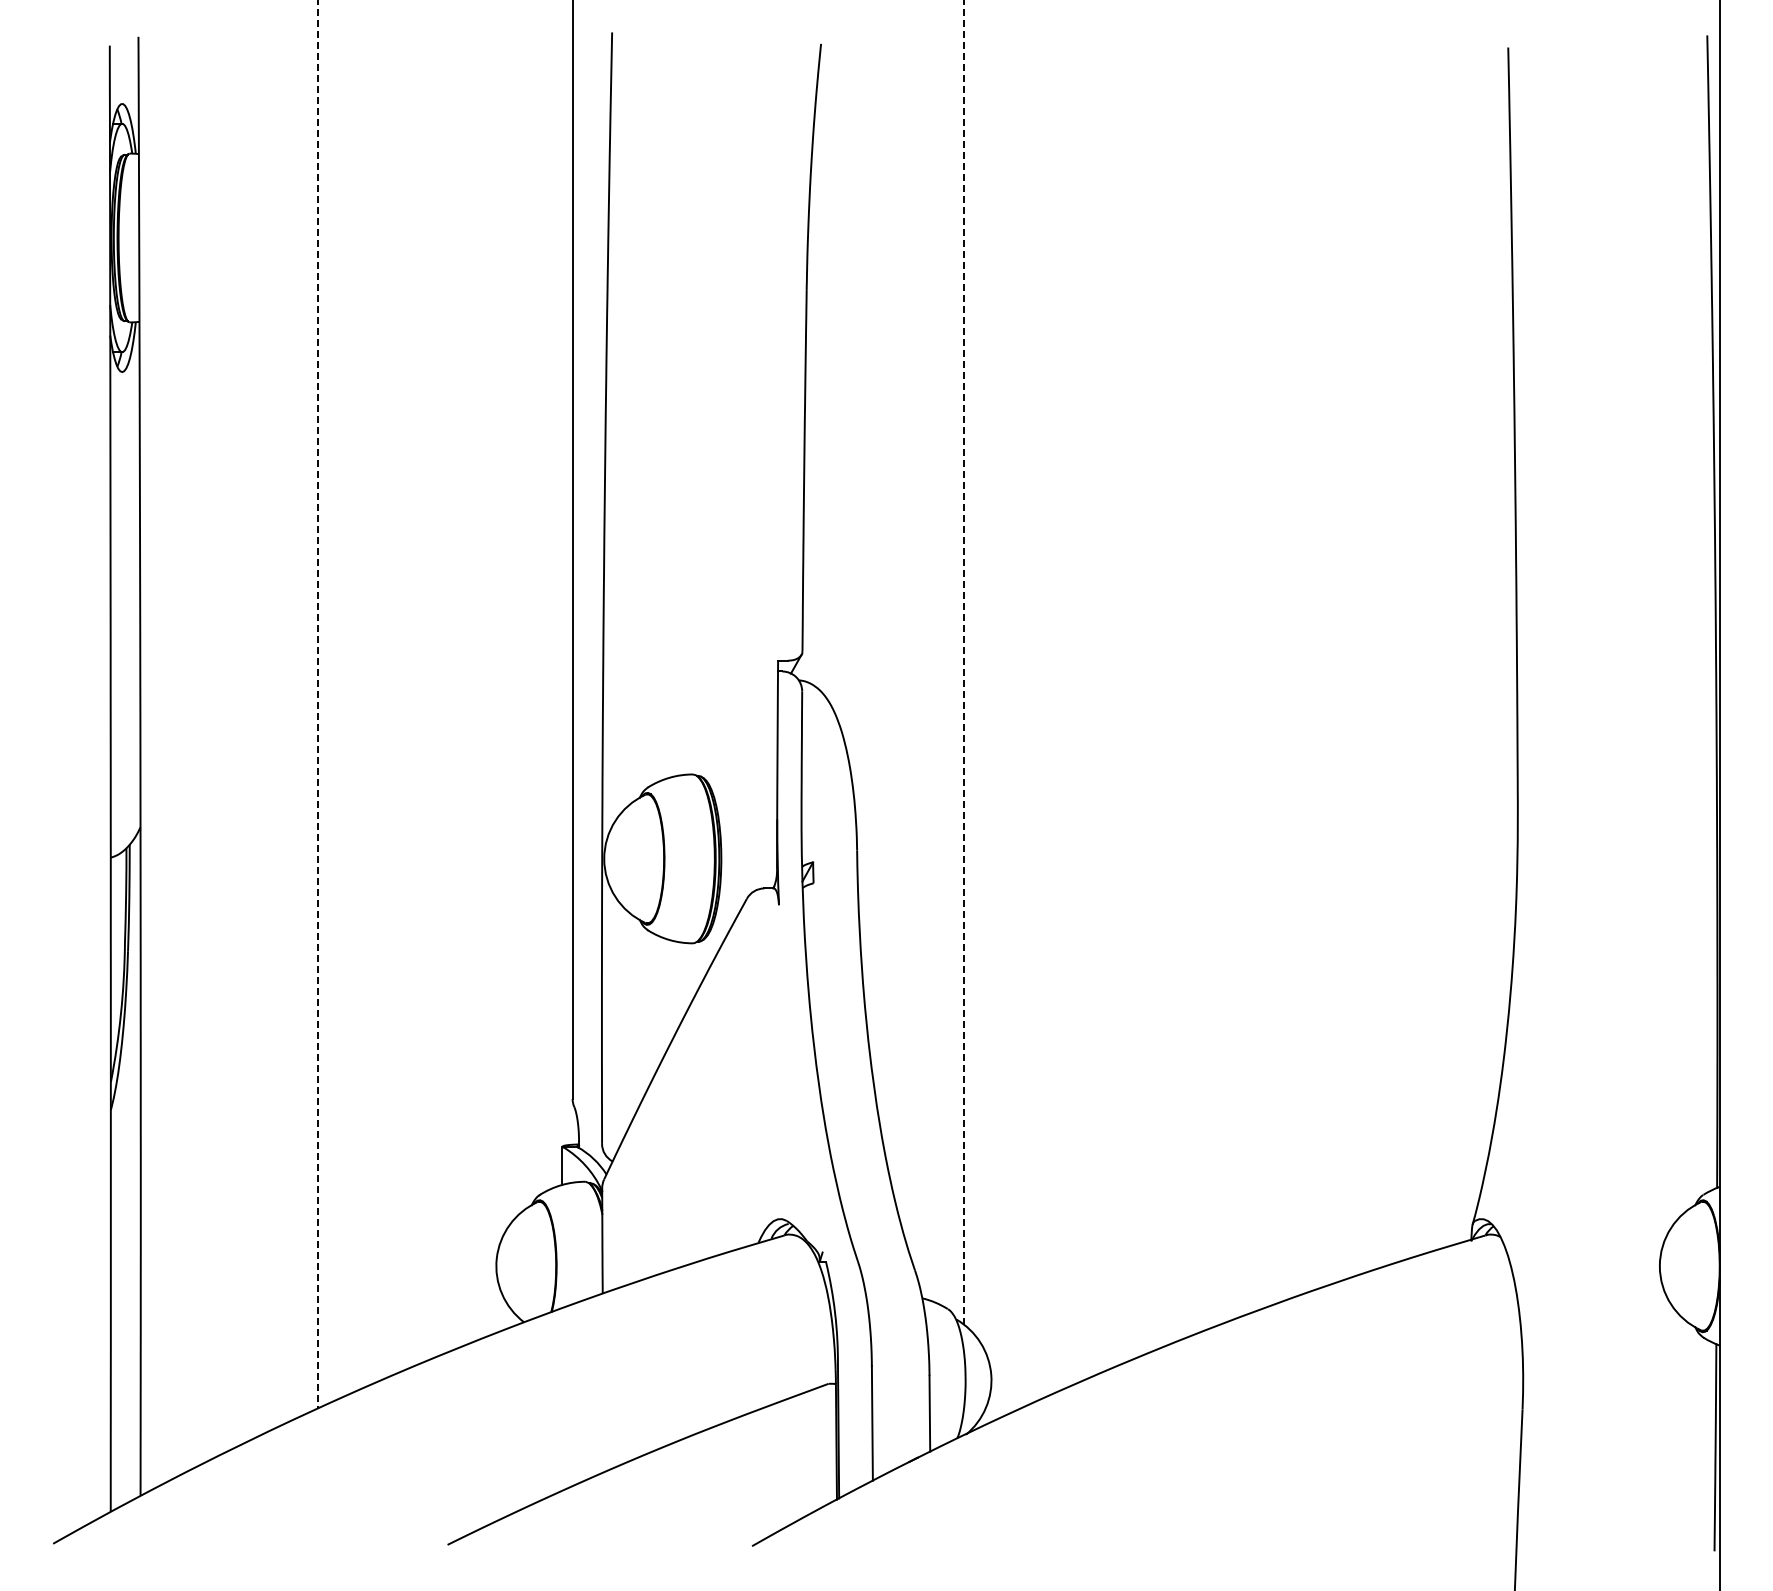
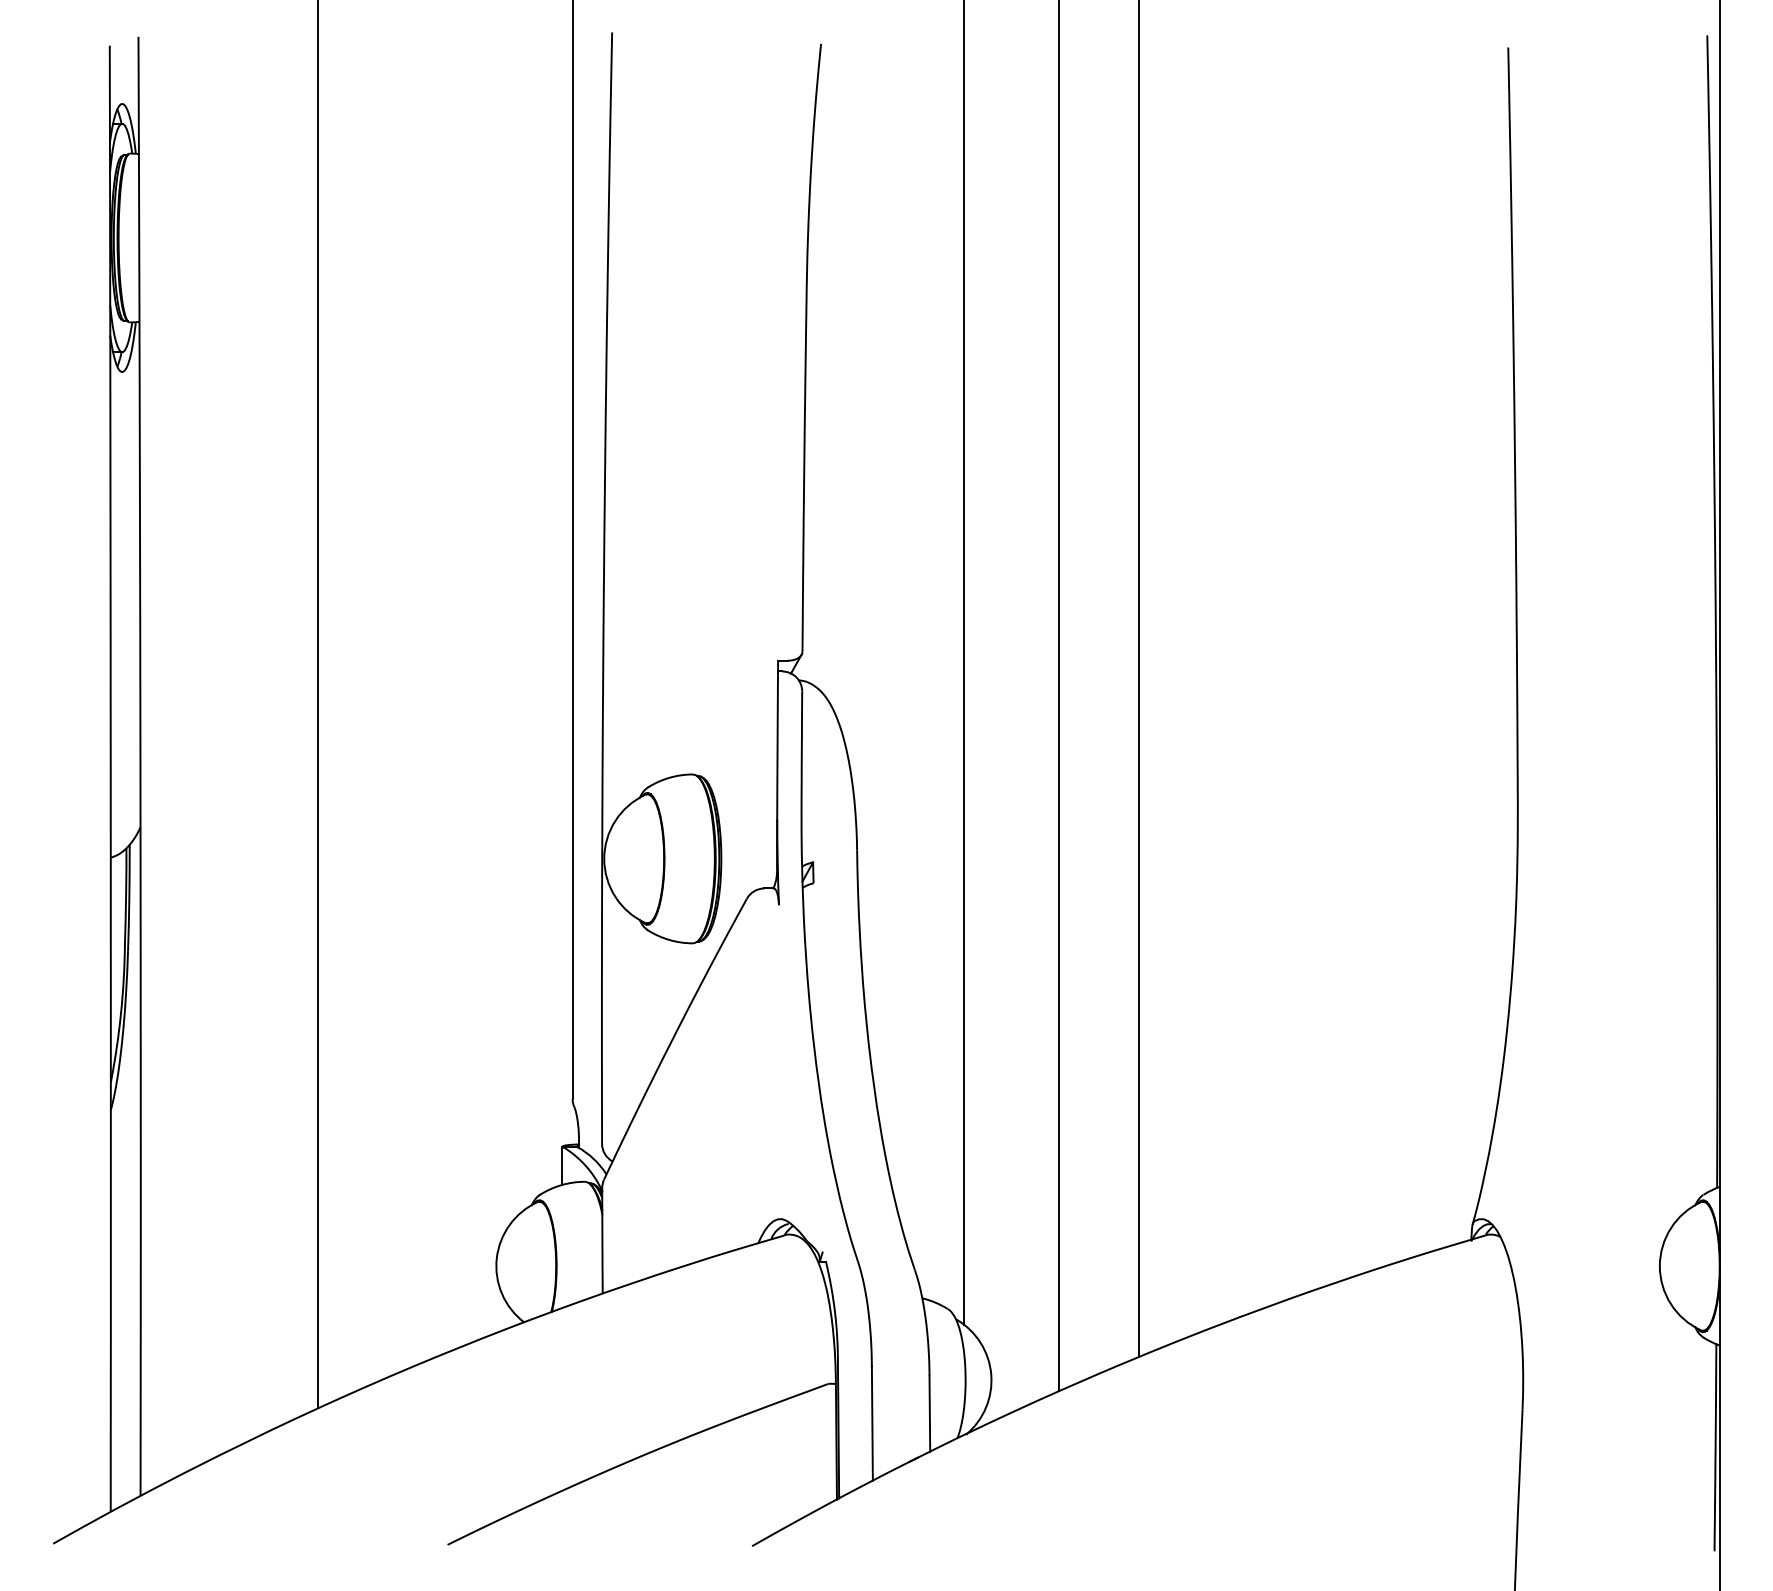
line at (964, 661): dashed -> solid
line at (1138, 679): none -> present
line at (1059, 696): none -> present
line at (318, 704): dashed -> solid
